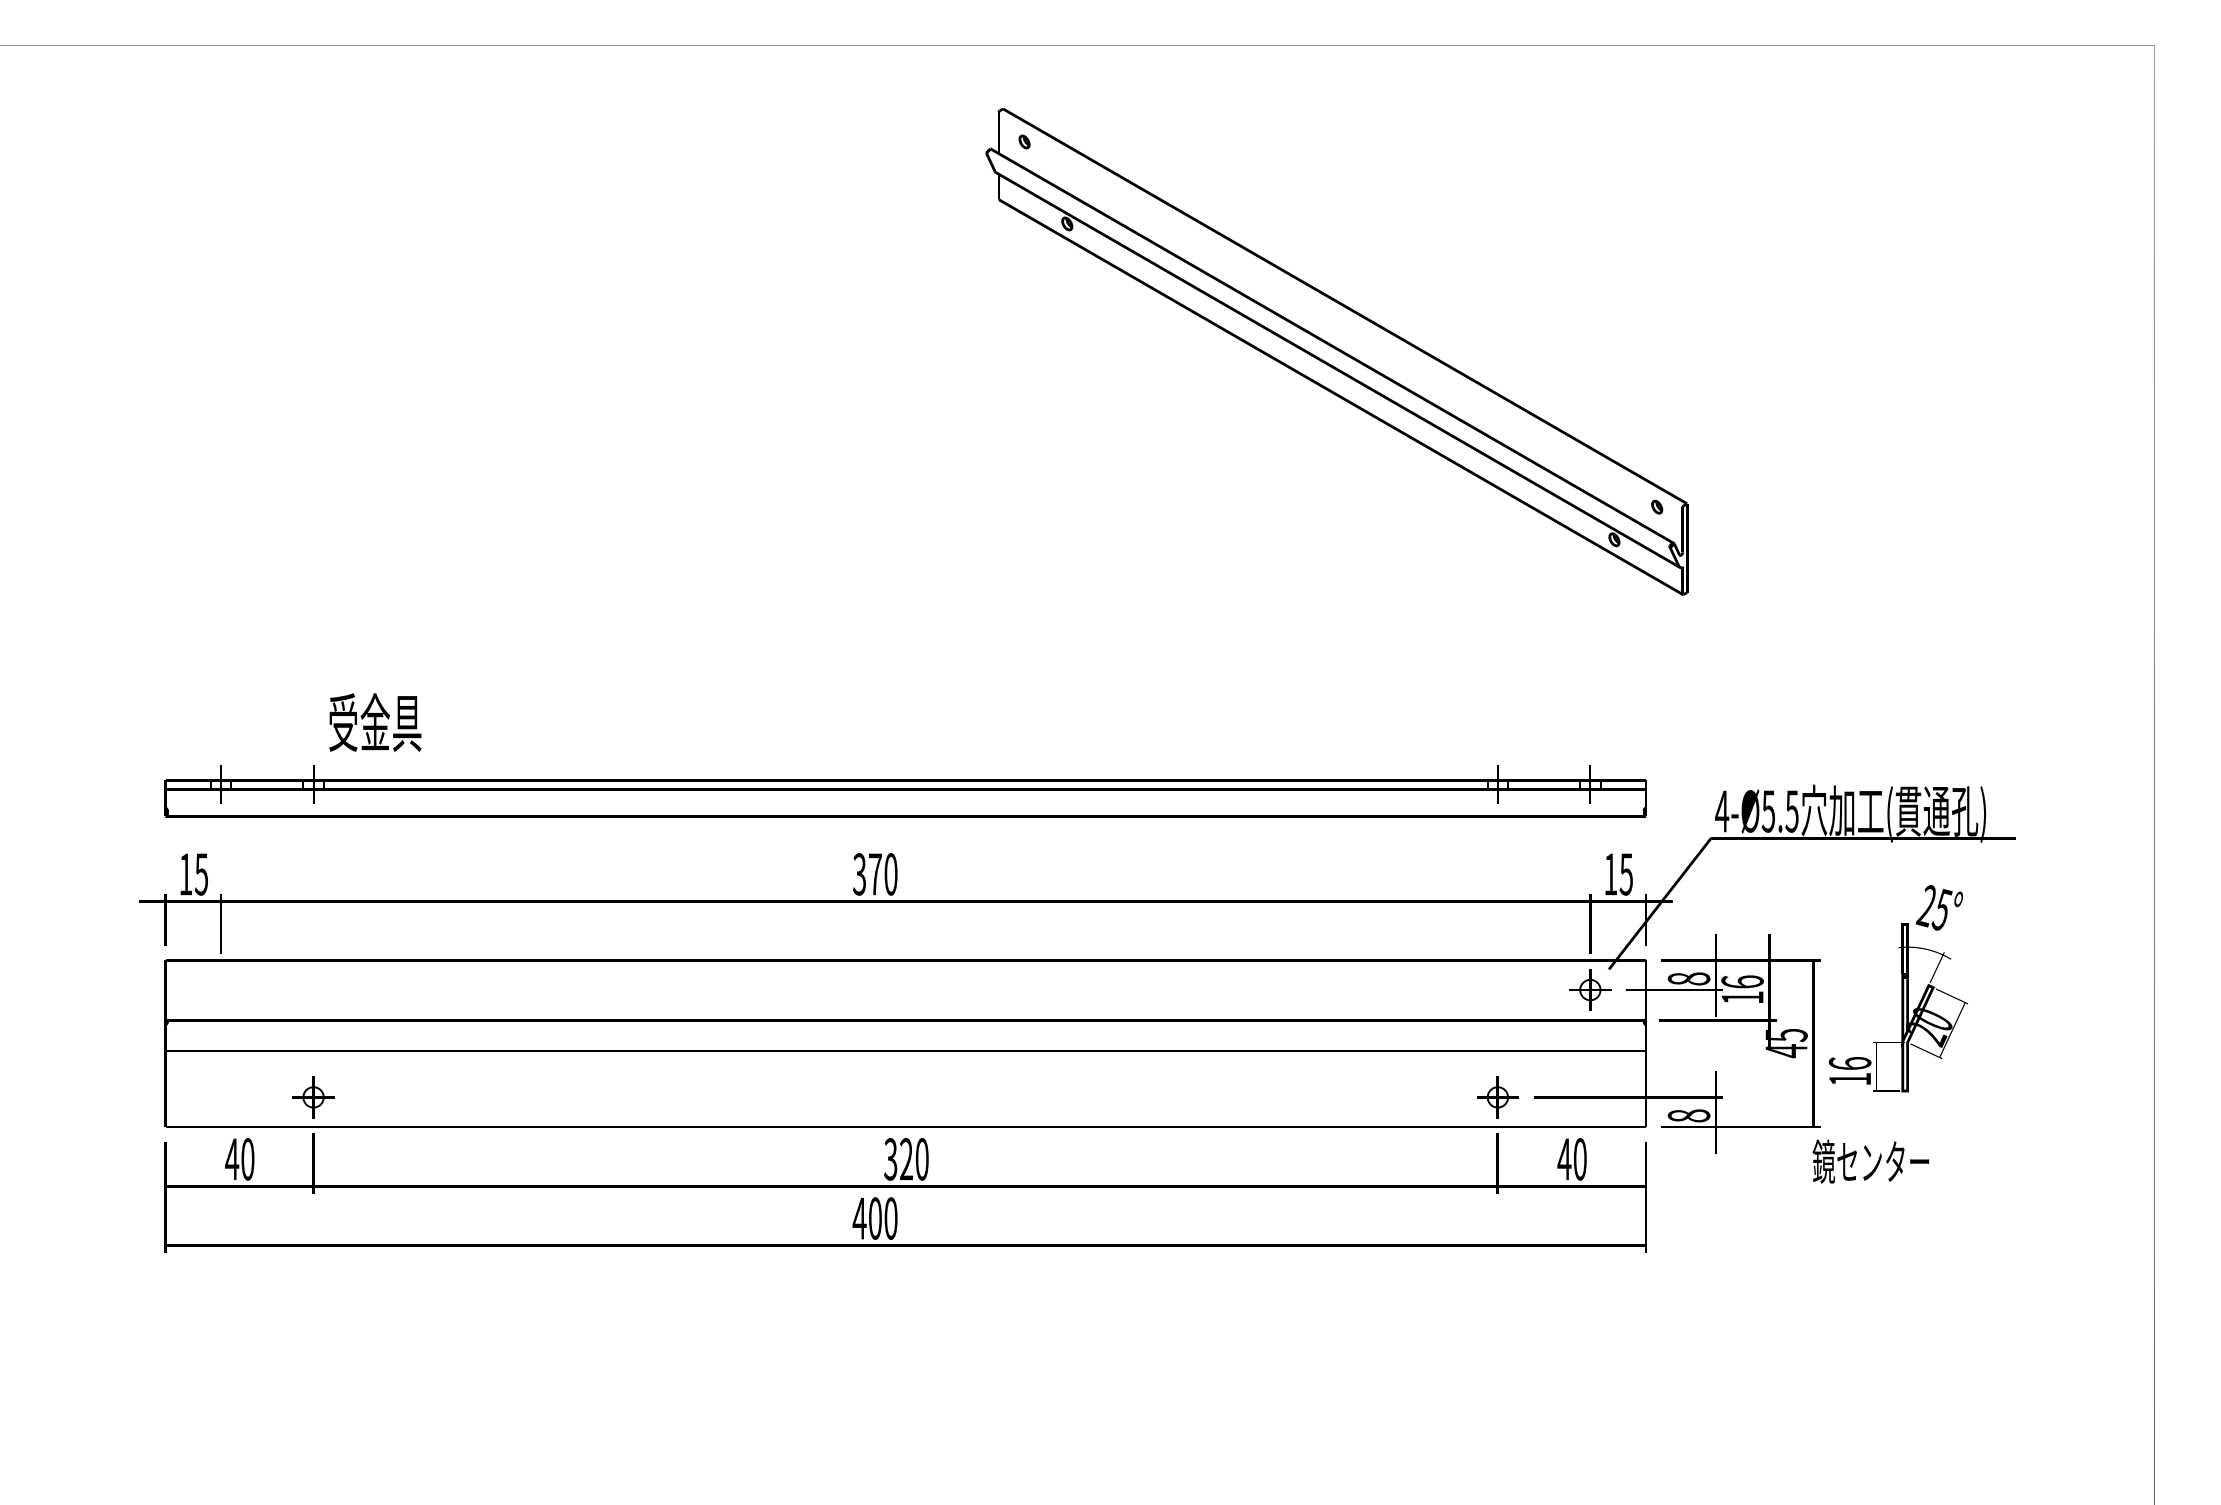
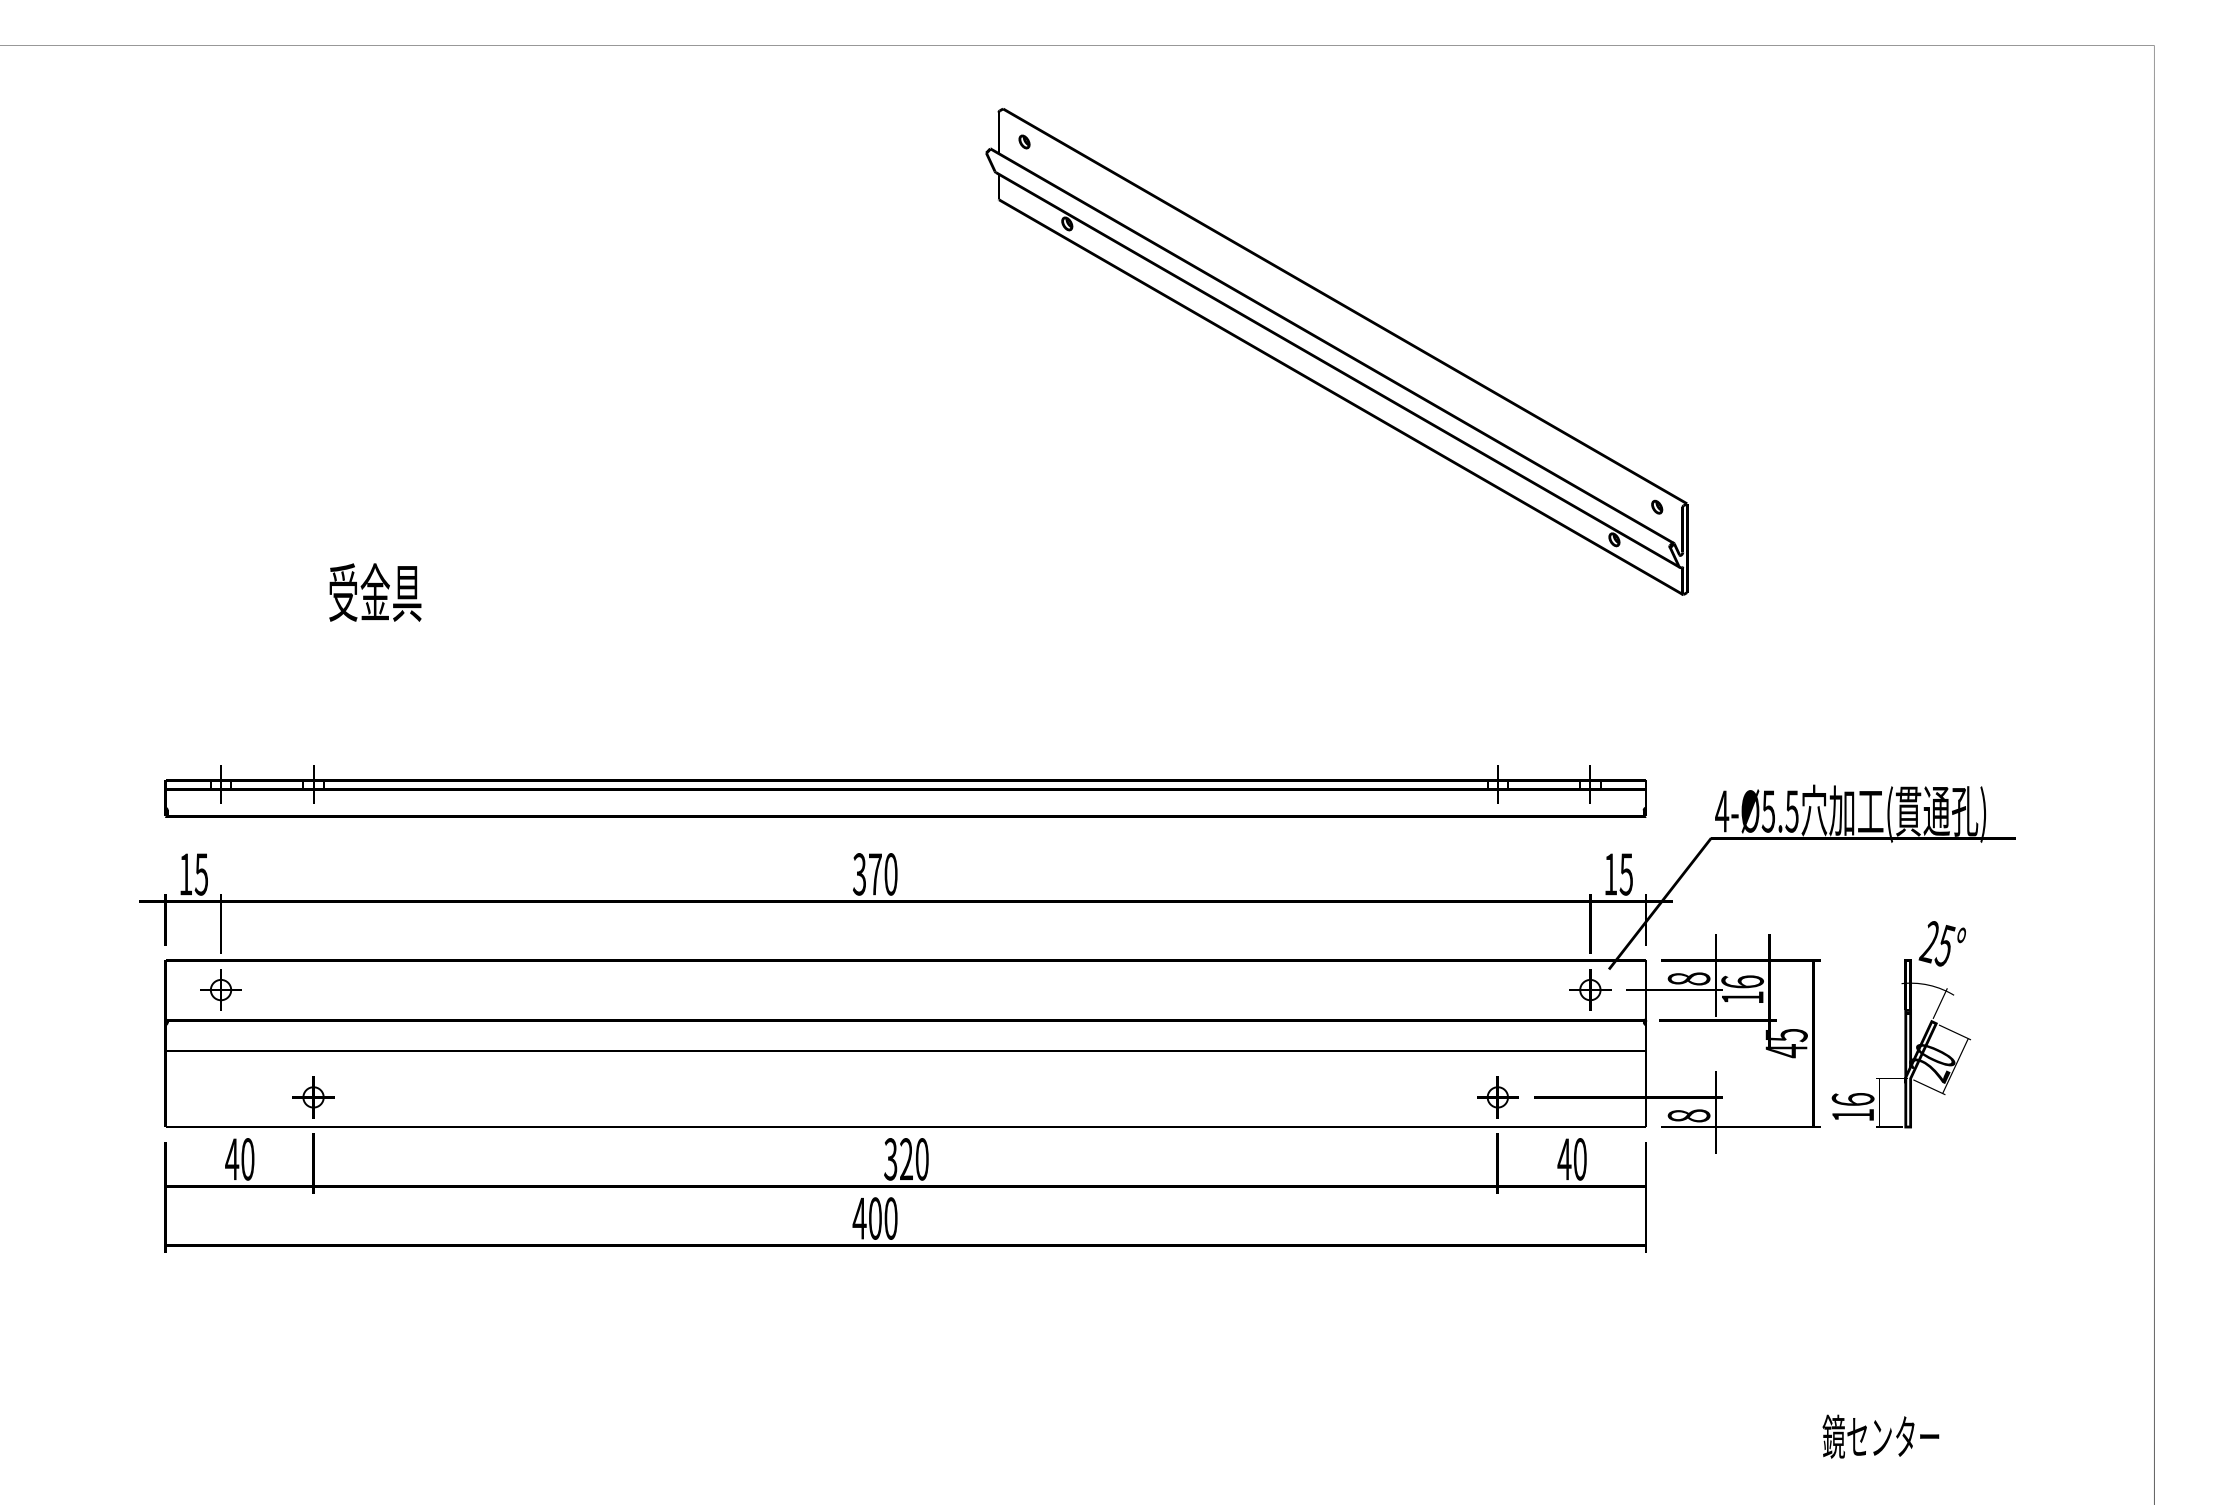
text at (375, 722) position: (375, 722) -> (375, 592)
text at (1897, 988) position: (1897, 988) -> (1900, 1024)
part at (220, 989): none -> present
text at (1870, 1161) position: (1870, 1161) -> (1880, 1436)
